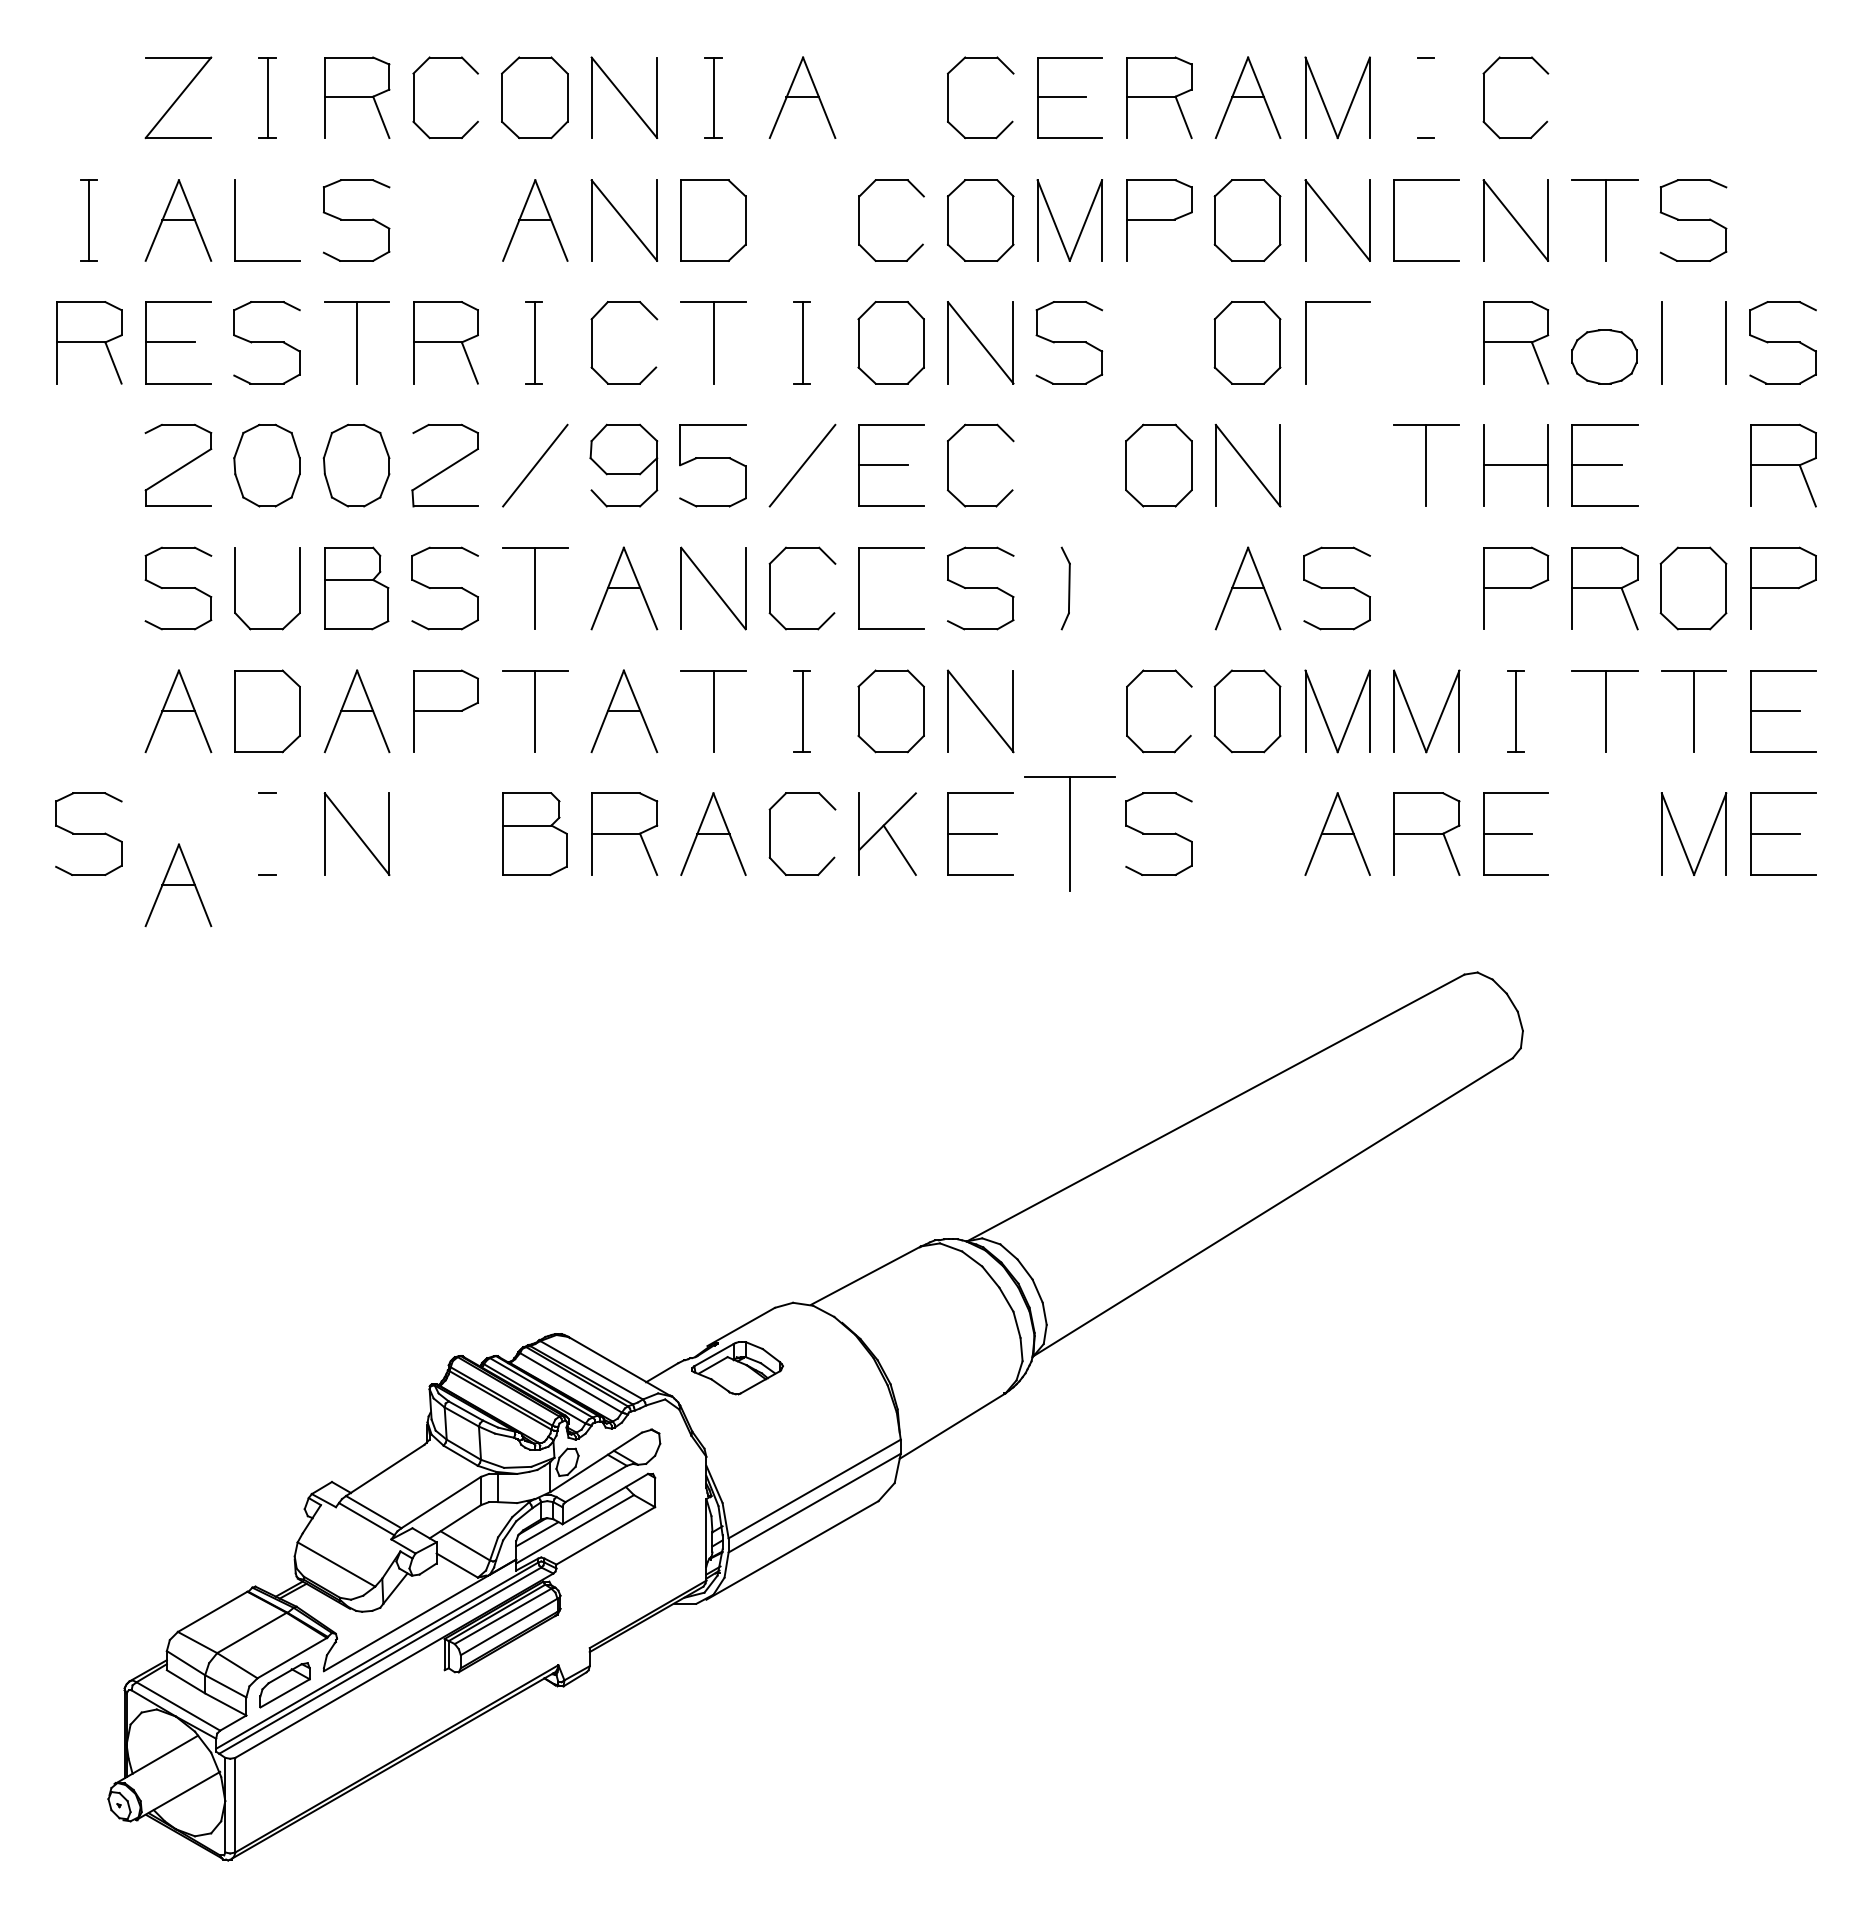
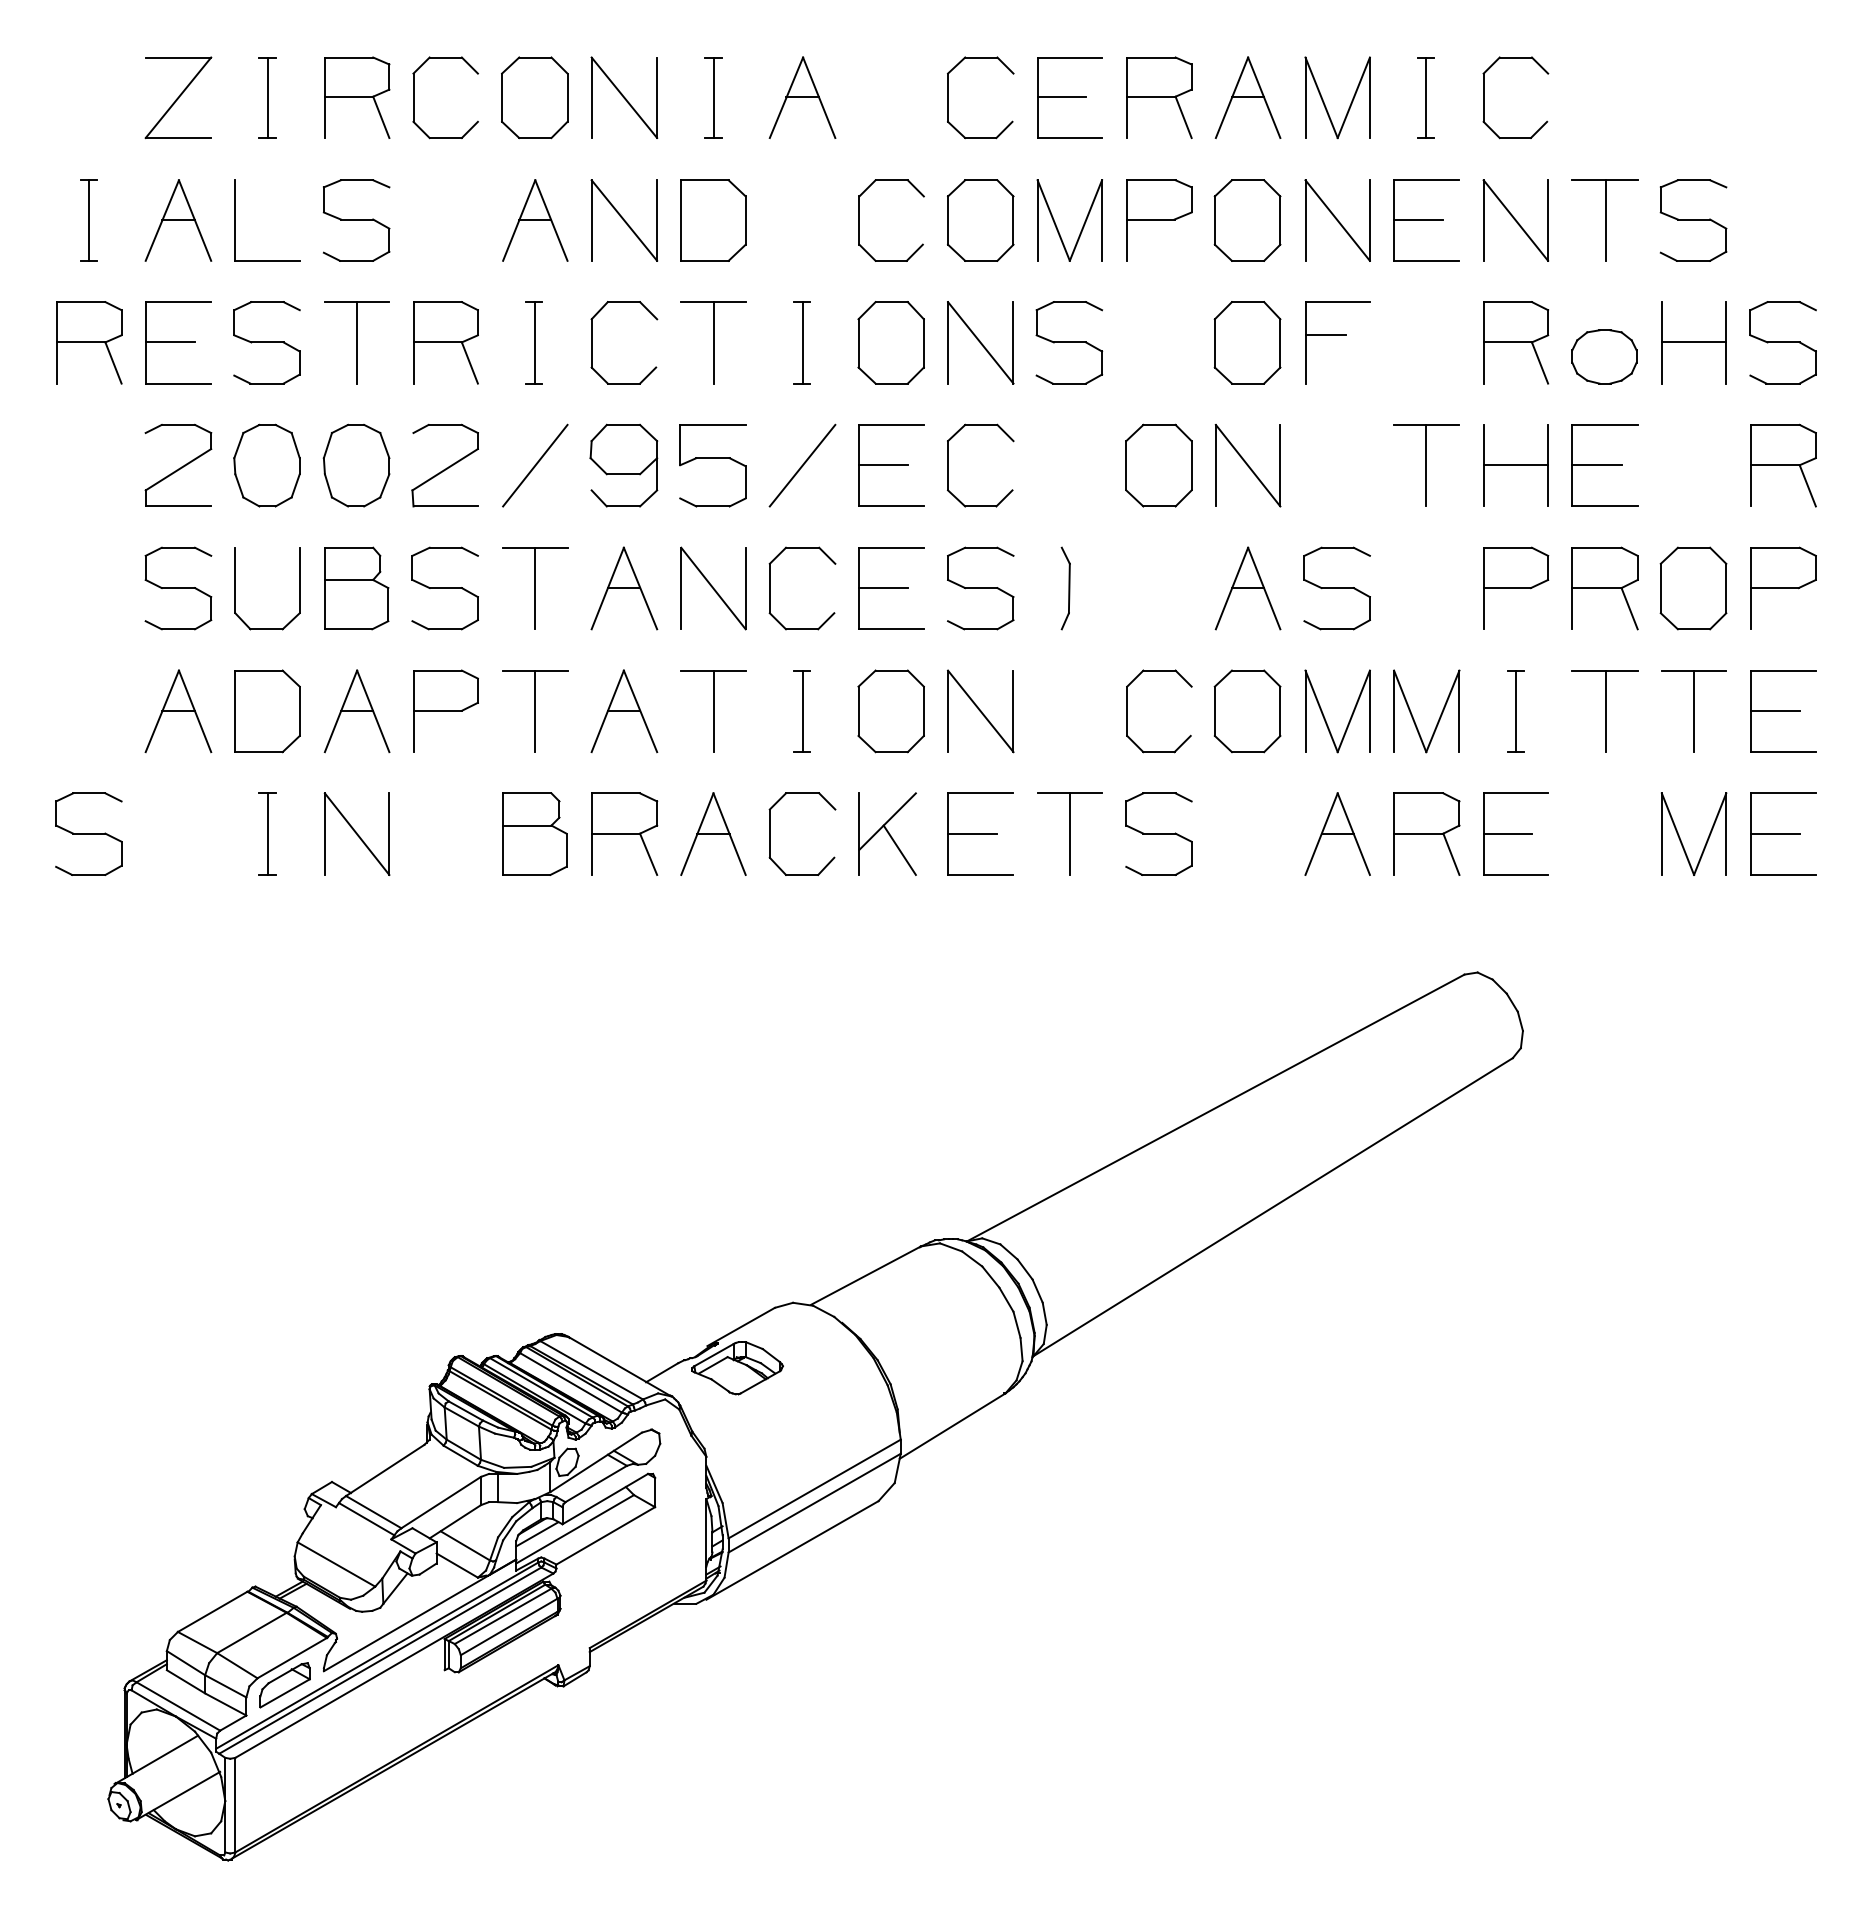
line at (1426, 97): none -> present
line at (1418, 219): none -> present
line at (1325, 335): none -> present
line at (1693, 342): none -> present
line at (883, 588): none -> present
line at (267, 833): none -> present
part at (1069, 833) size: 92x116 px -> 66x84 px
part at (178, 885): present -> none
